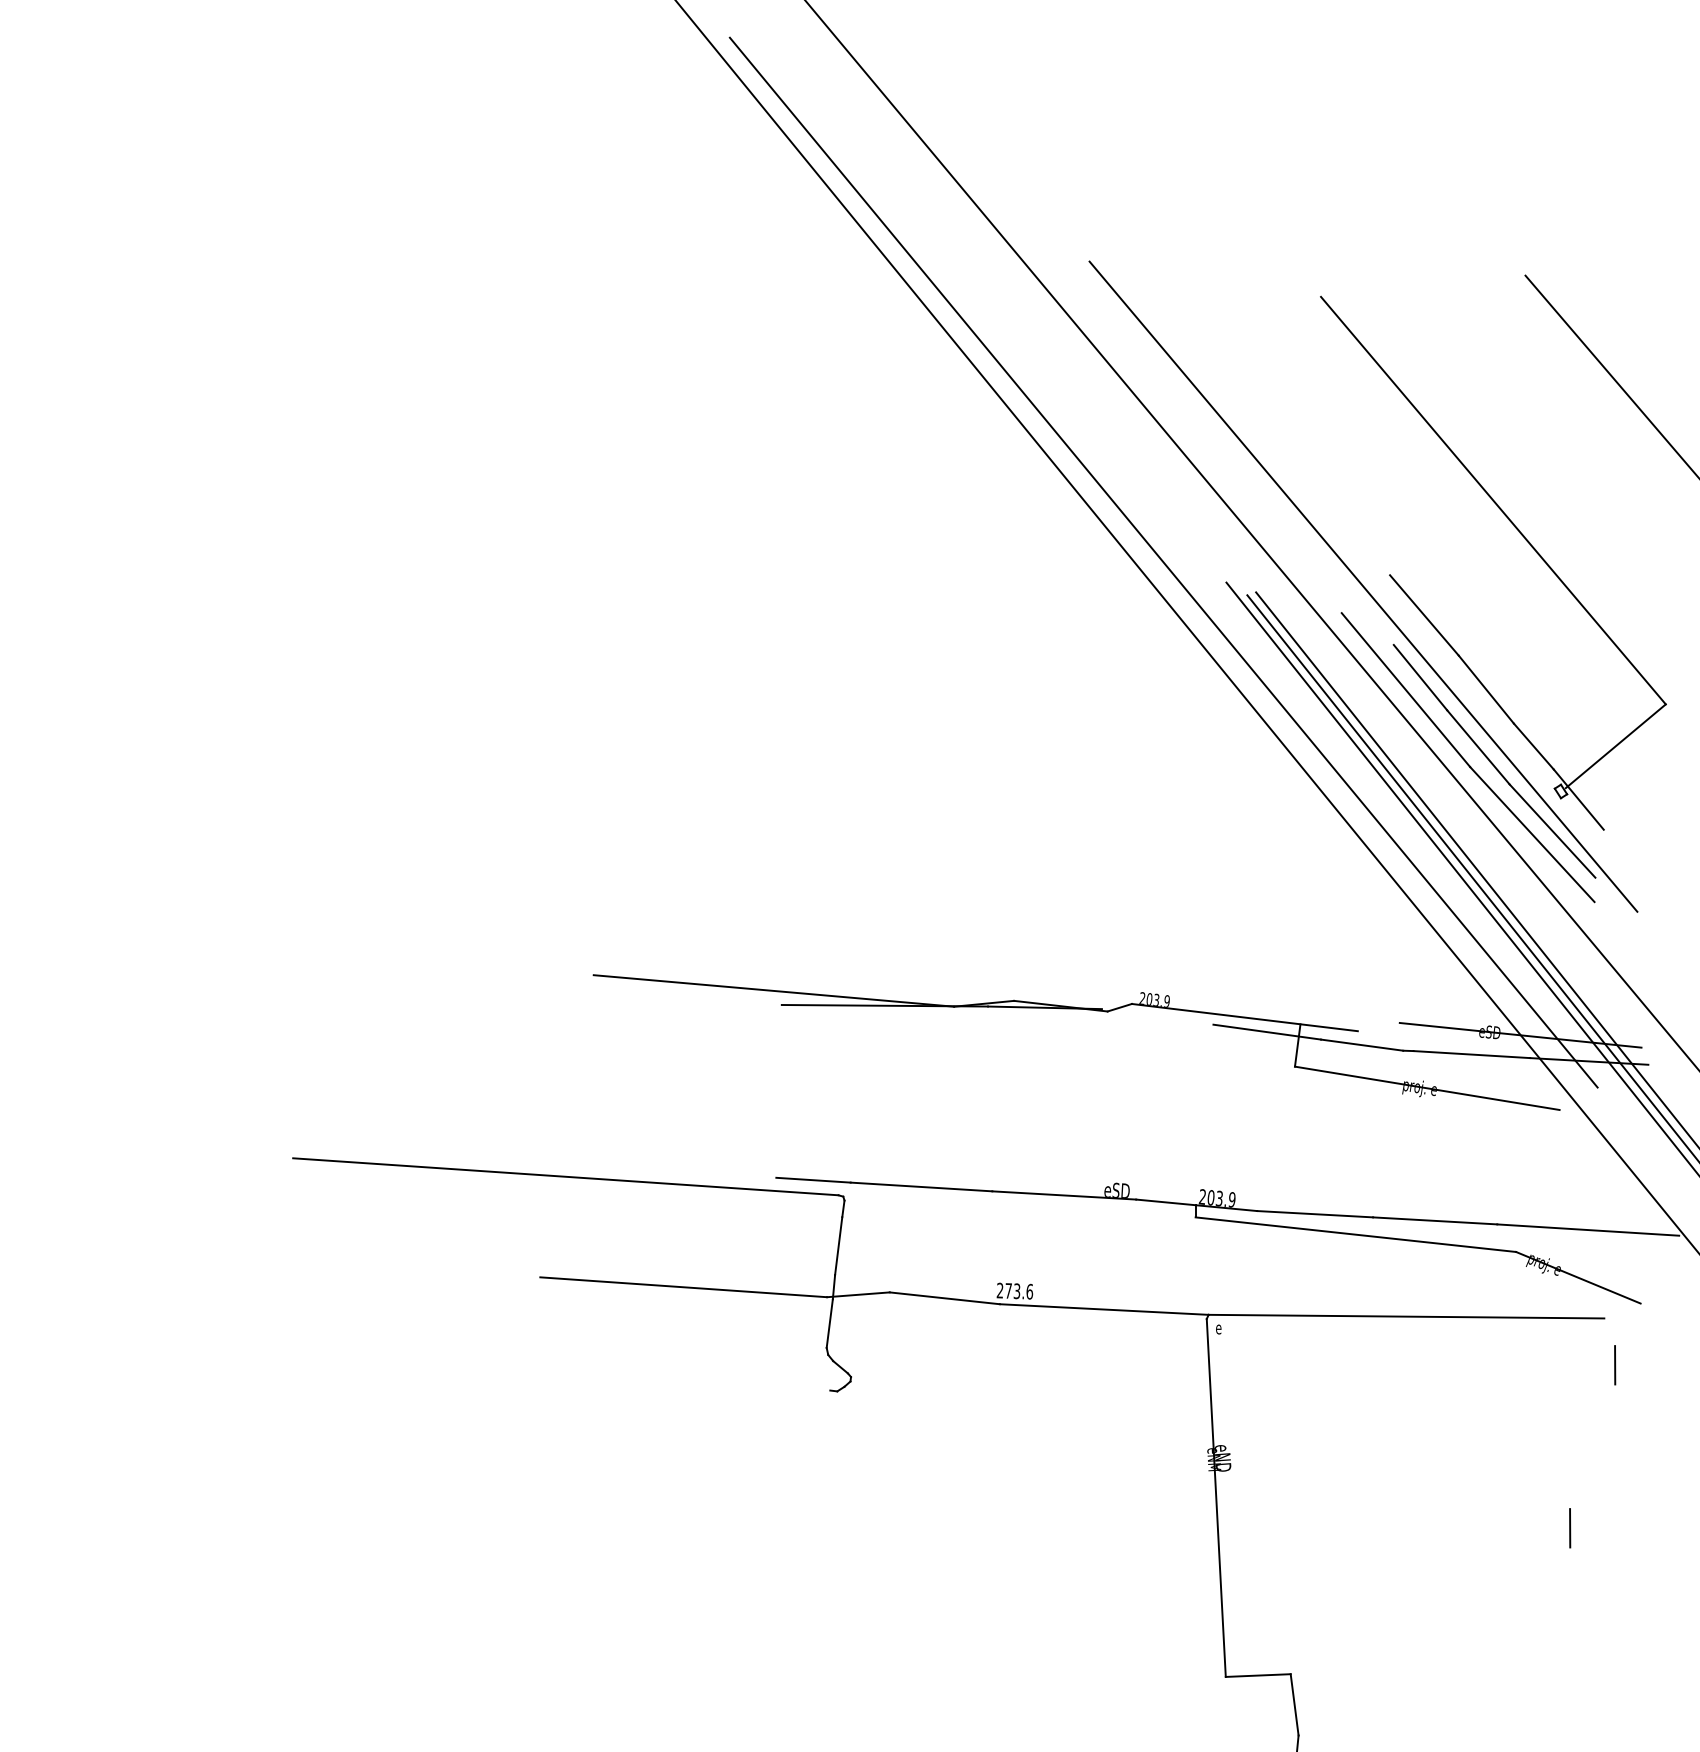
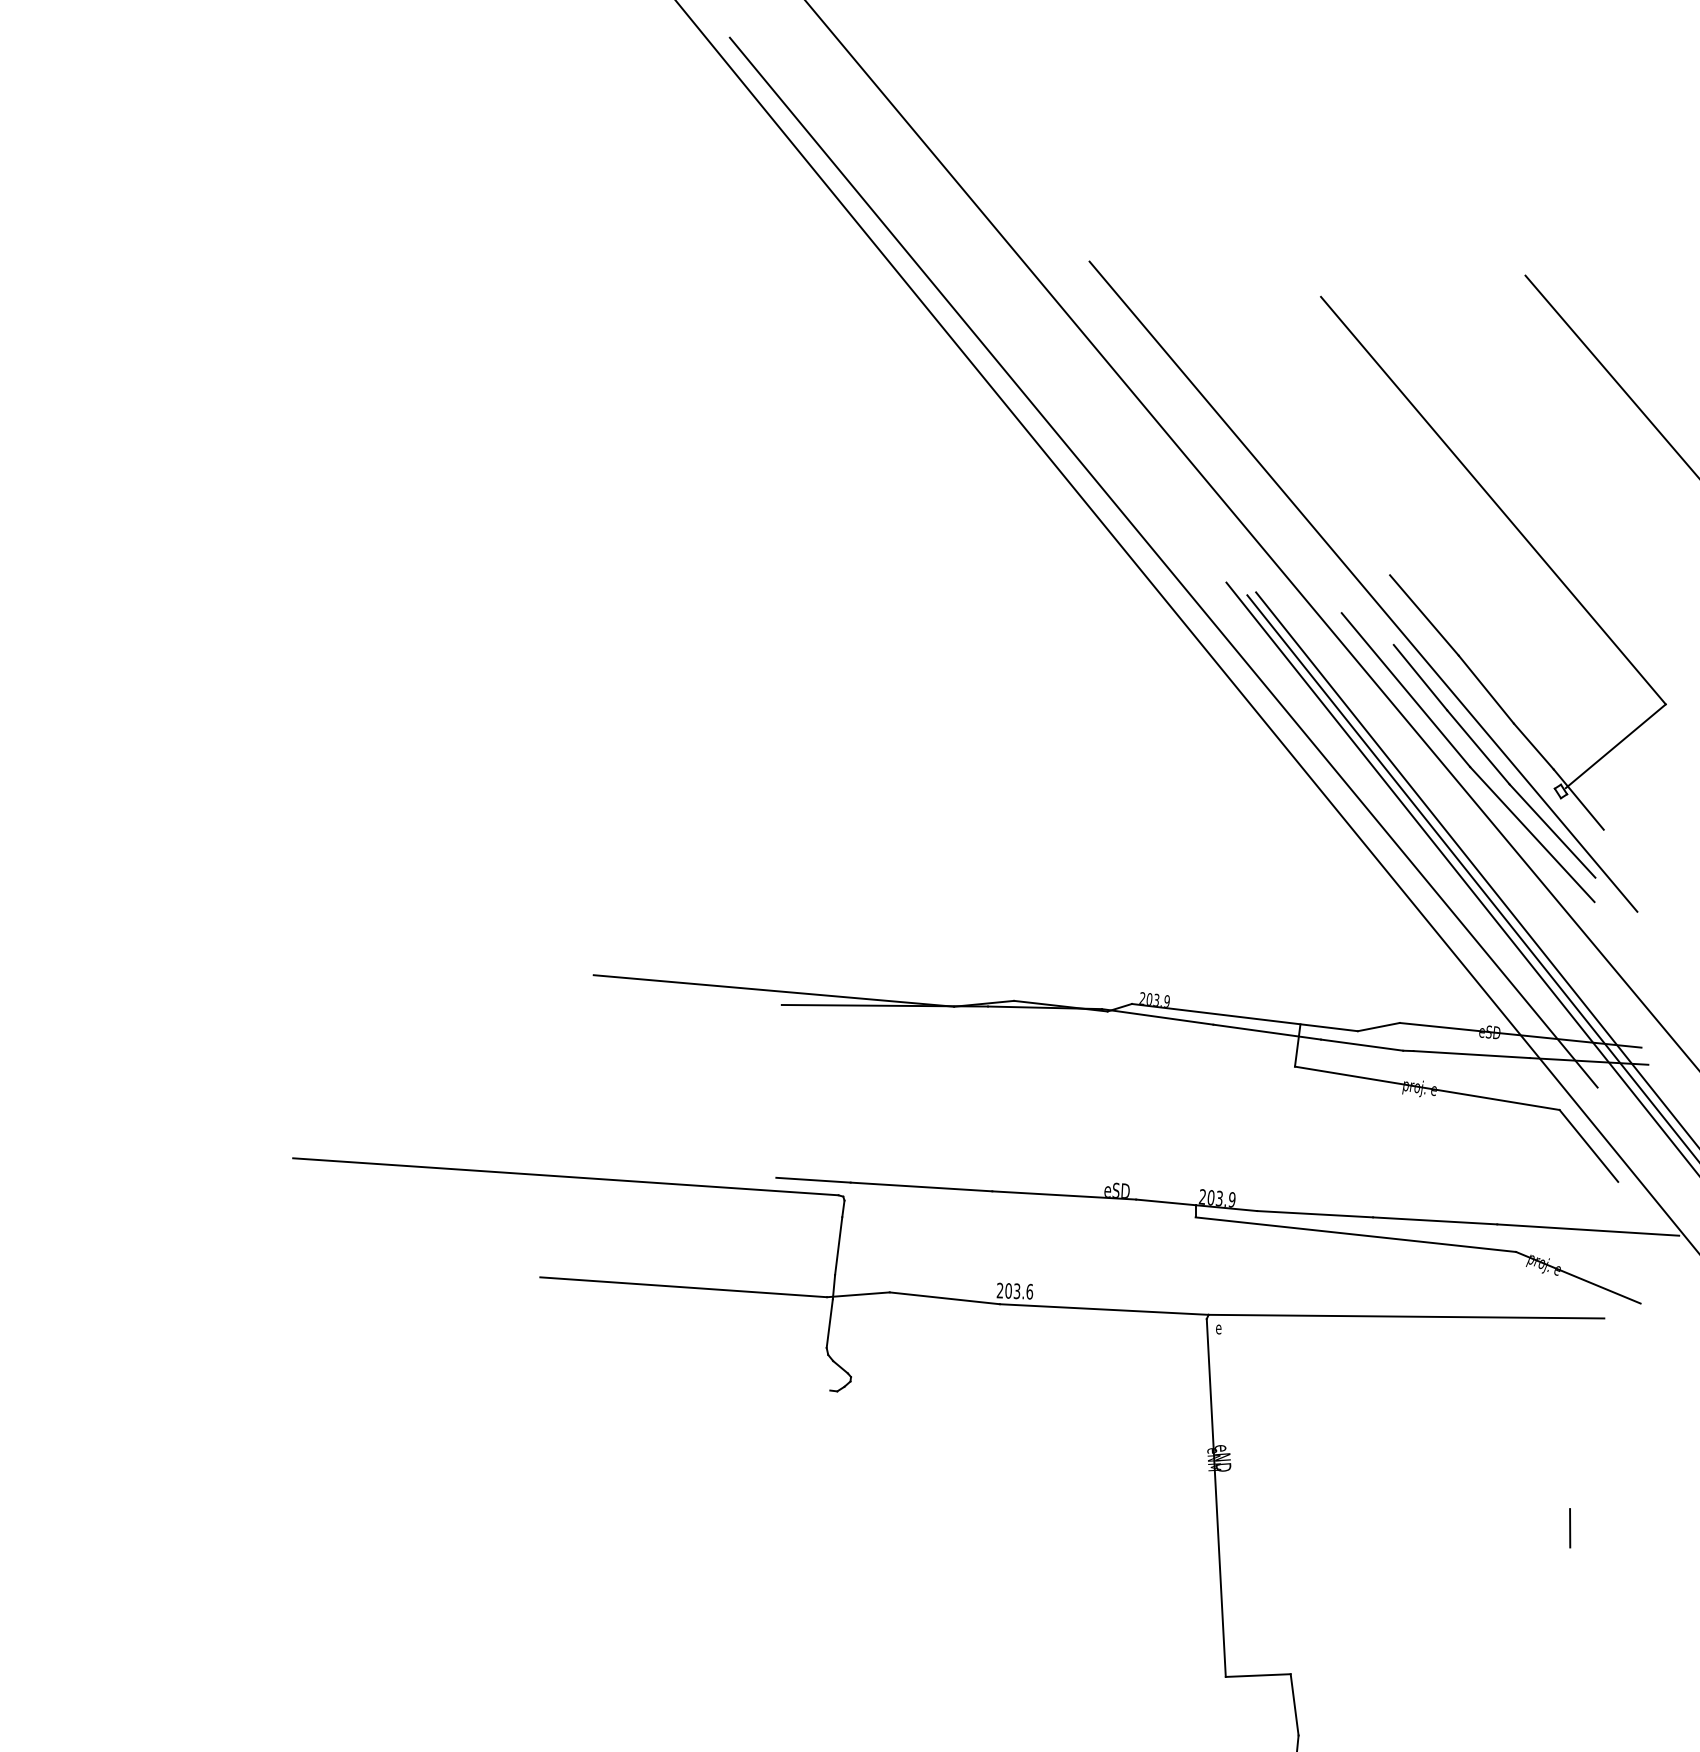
line at (1157, 1016): none -> present
line at (1378, 1026): none -> present
line at (1588, 1145): none -> present
text at (1008, 1290): 273.6 -> 203.6
line at (1615, 1365): present -> none
